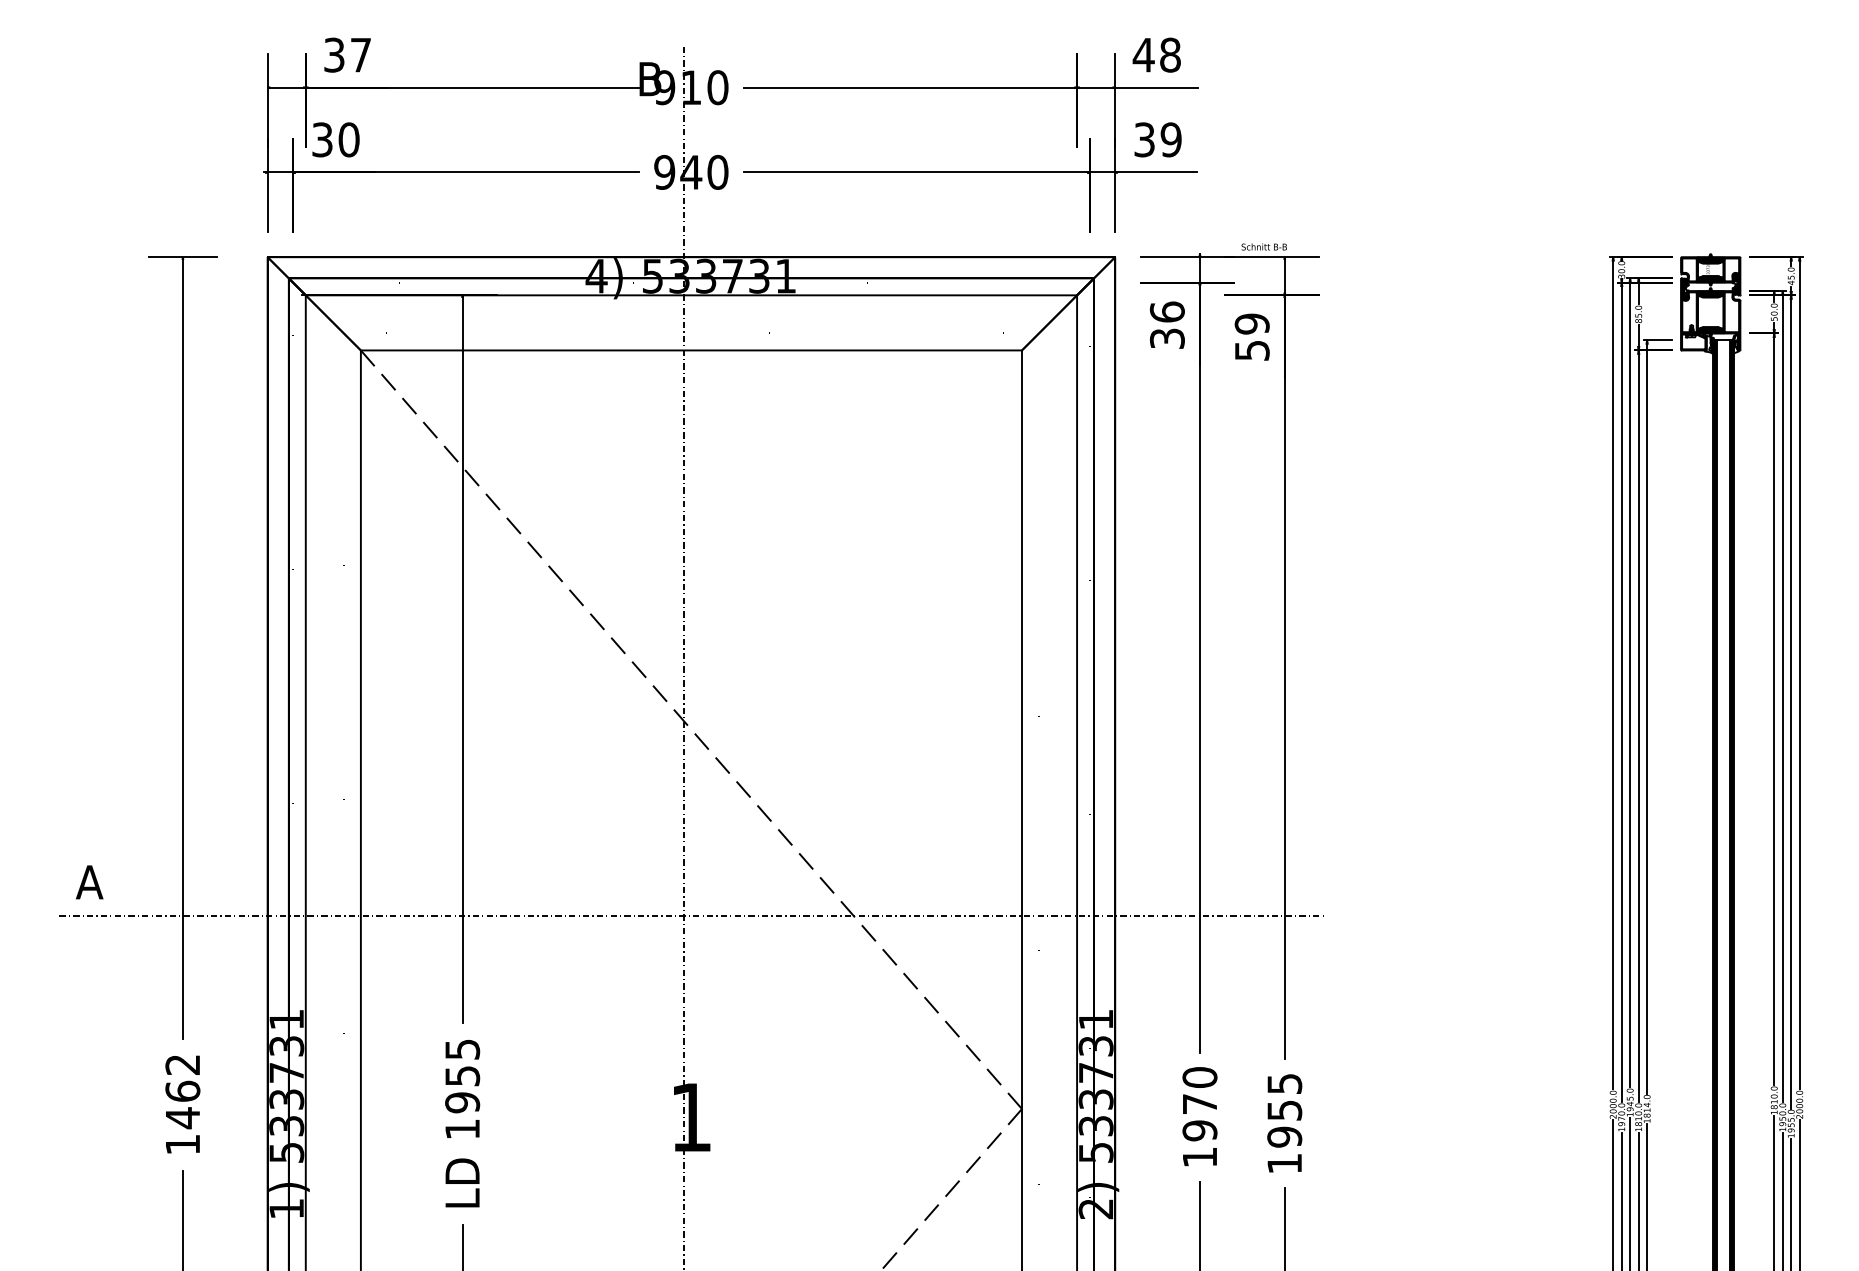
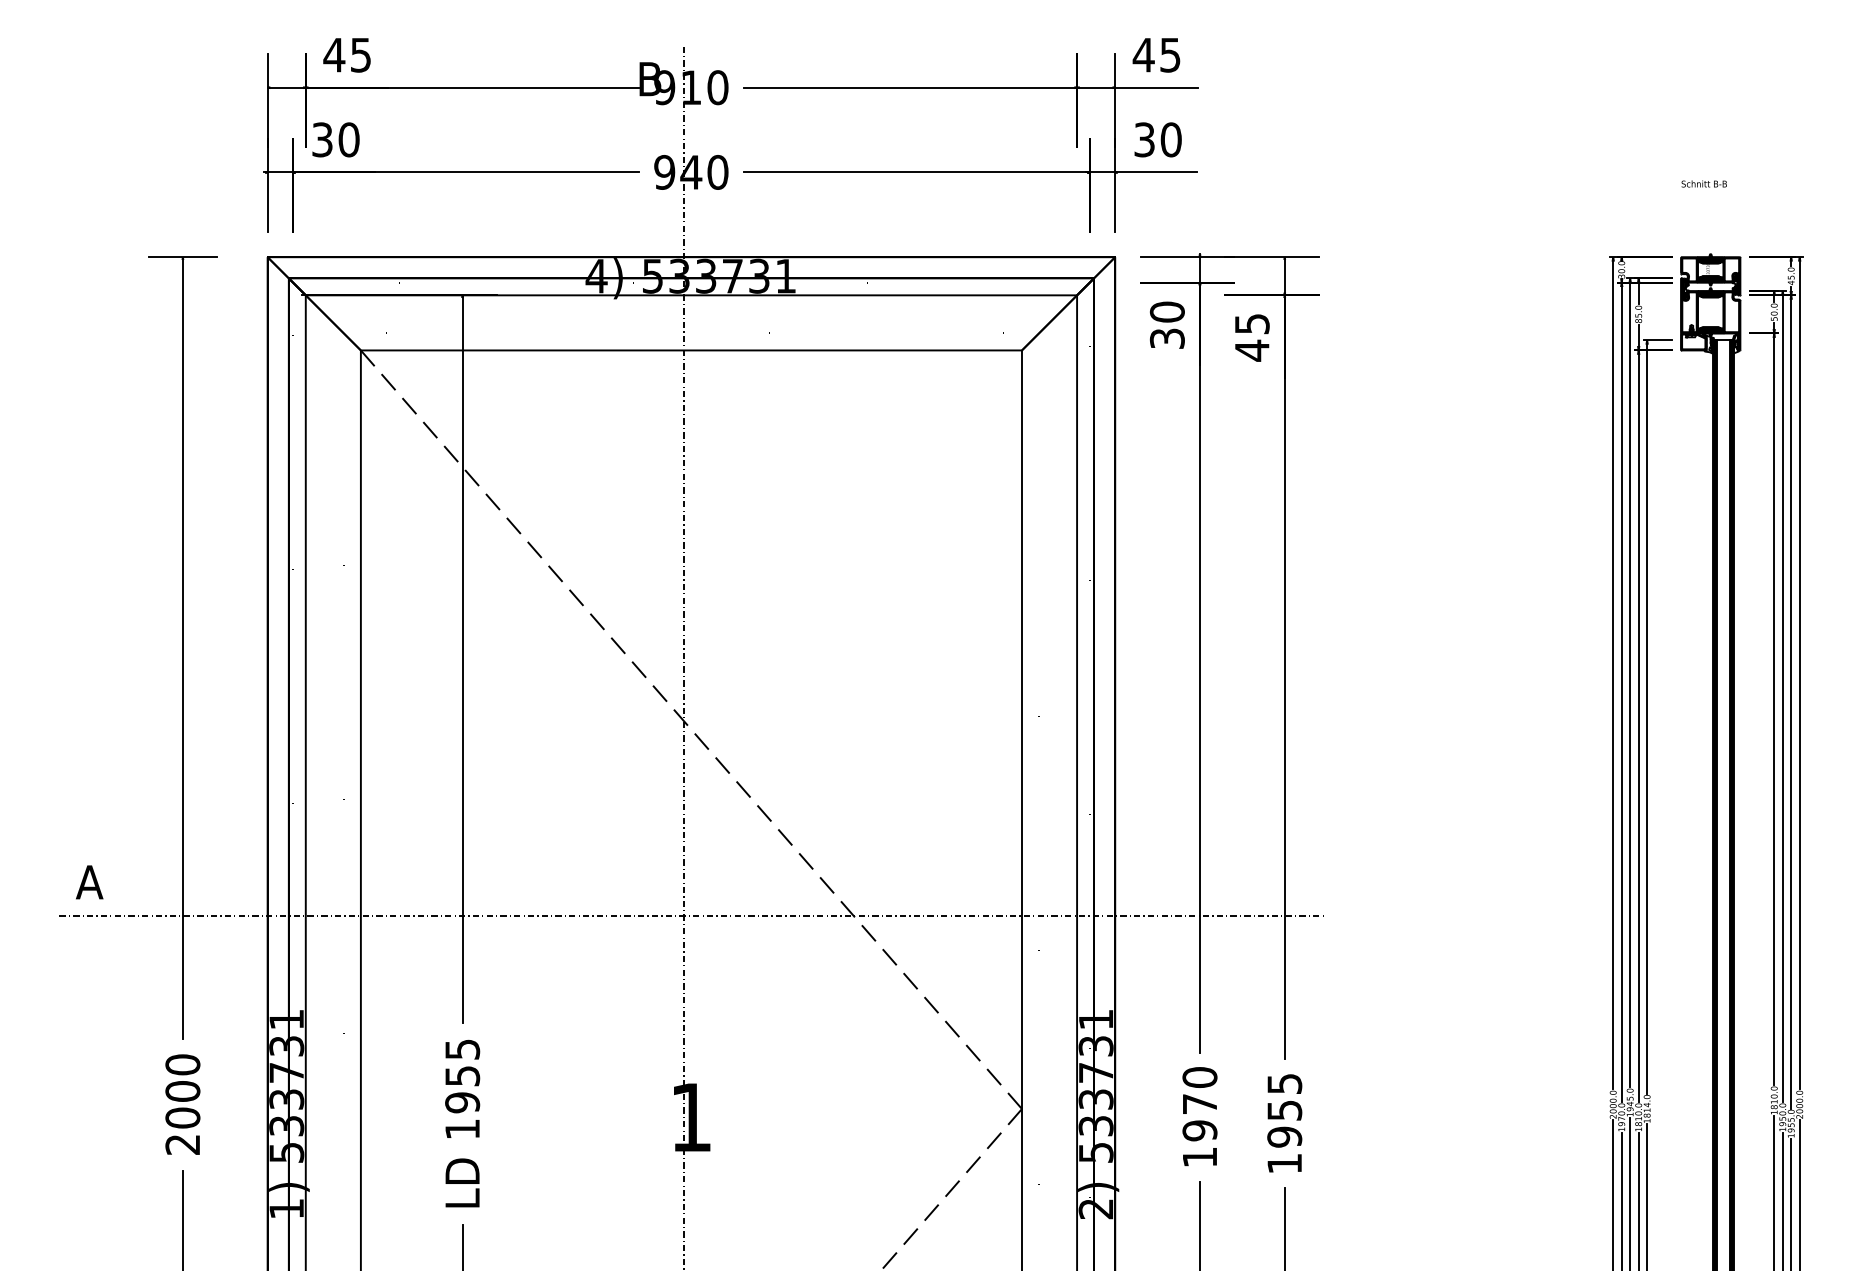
text at (346, 54): 37 -> 45
text at (1170, 54): 48 -> 45
text at (1170, 139): 39 -> 30
text at (1263, 246) position: (1263, 246) -> (1703, 183)
text at (1166, 311): 36 -> 30
text at (1251, 337): 59 -> 45
text at (182, 1104): 1462 -> 2000
